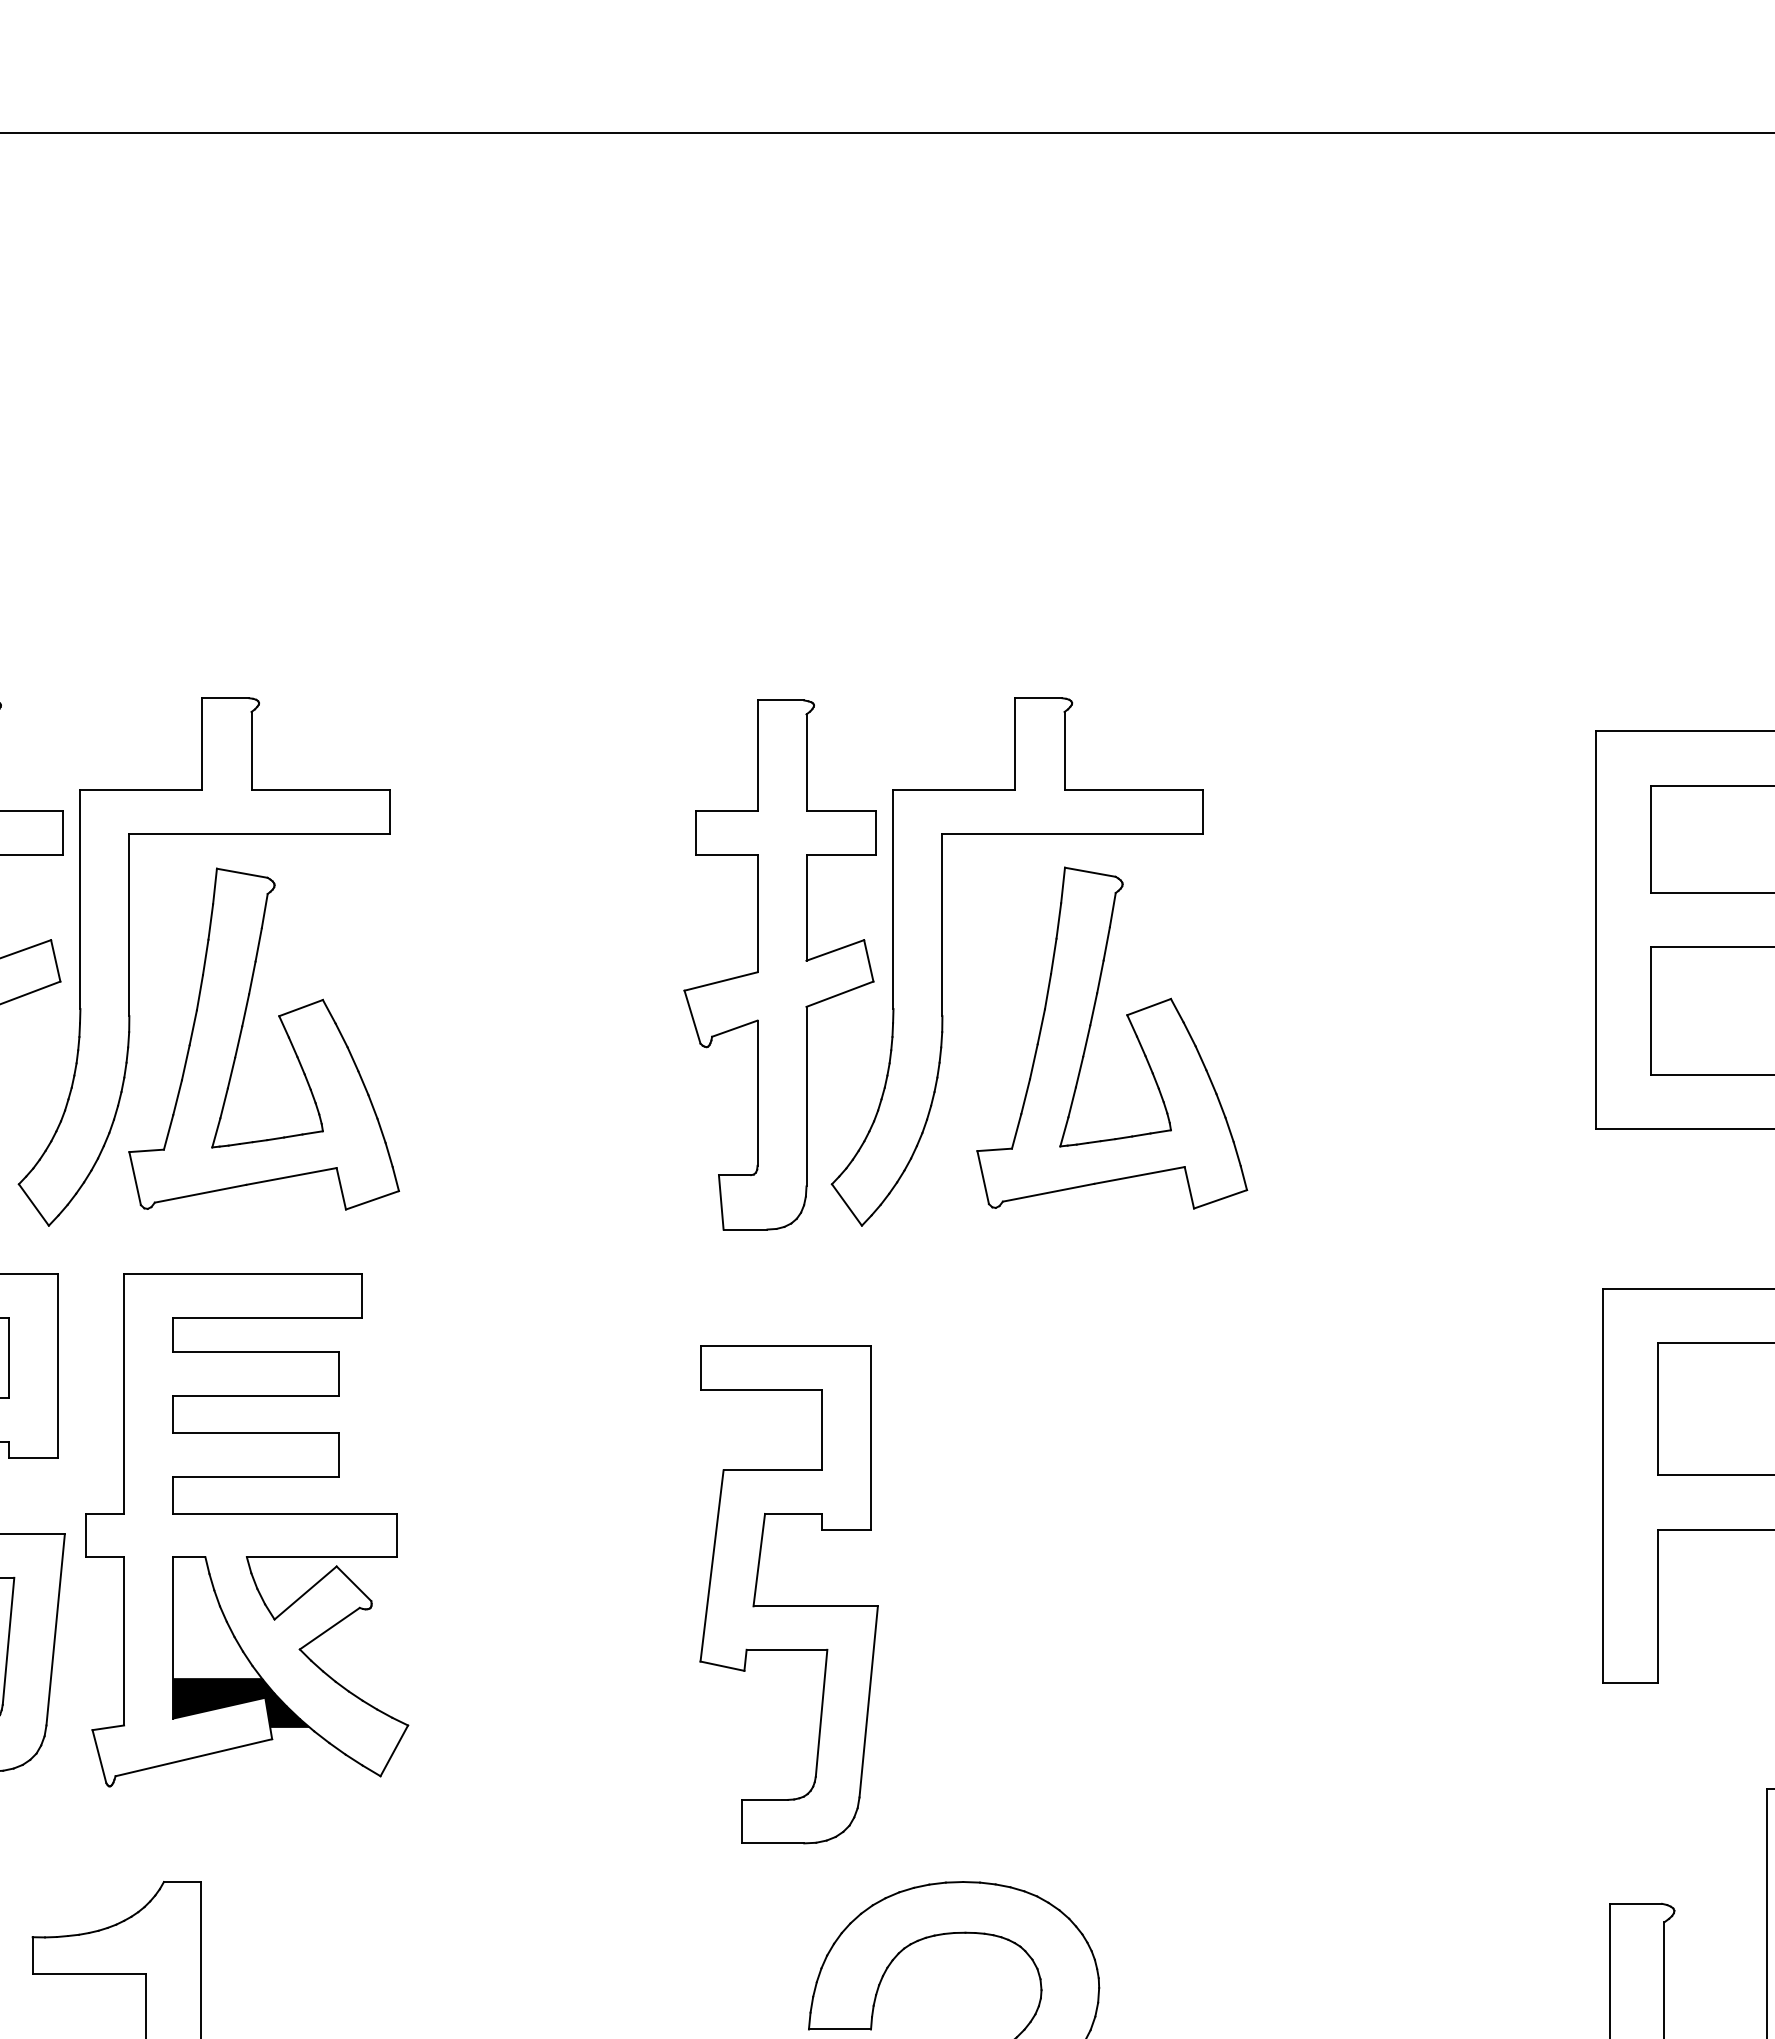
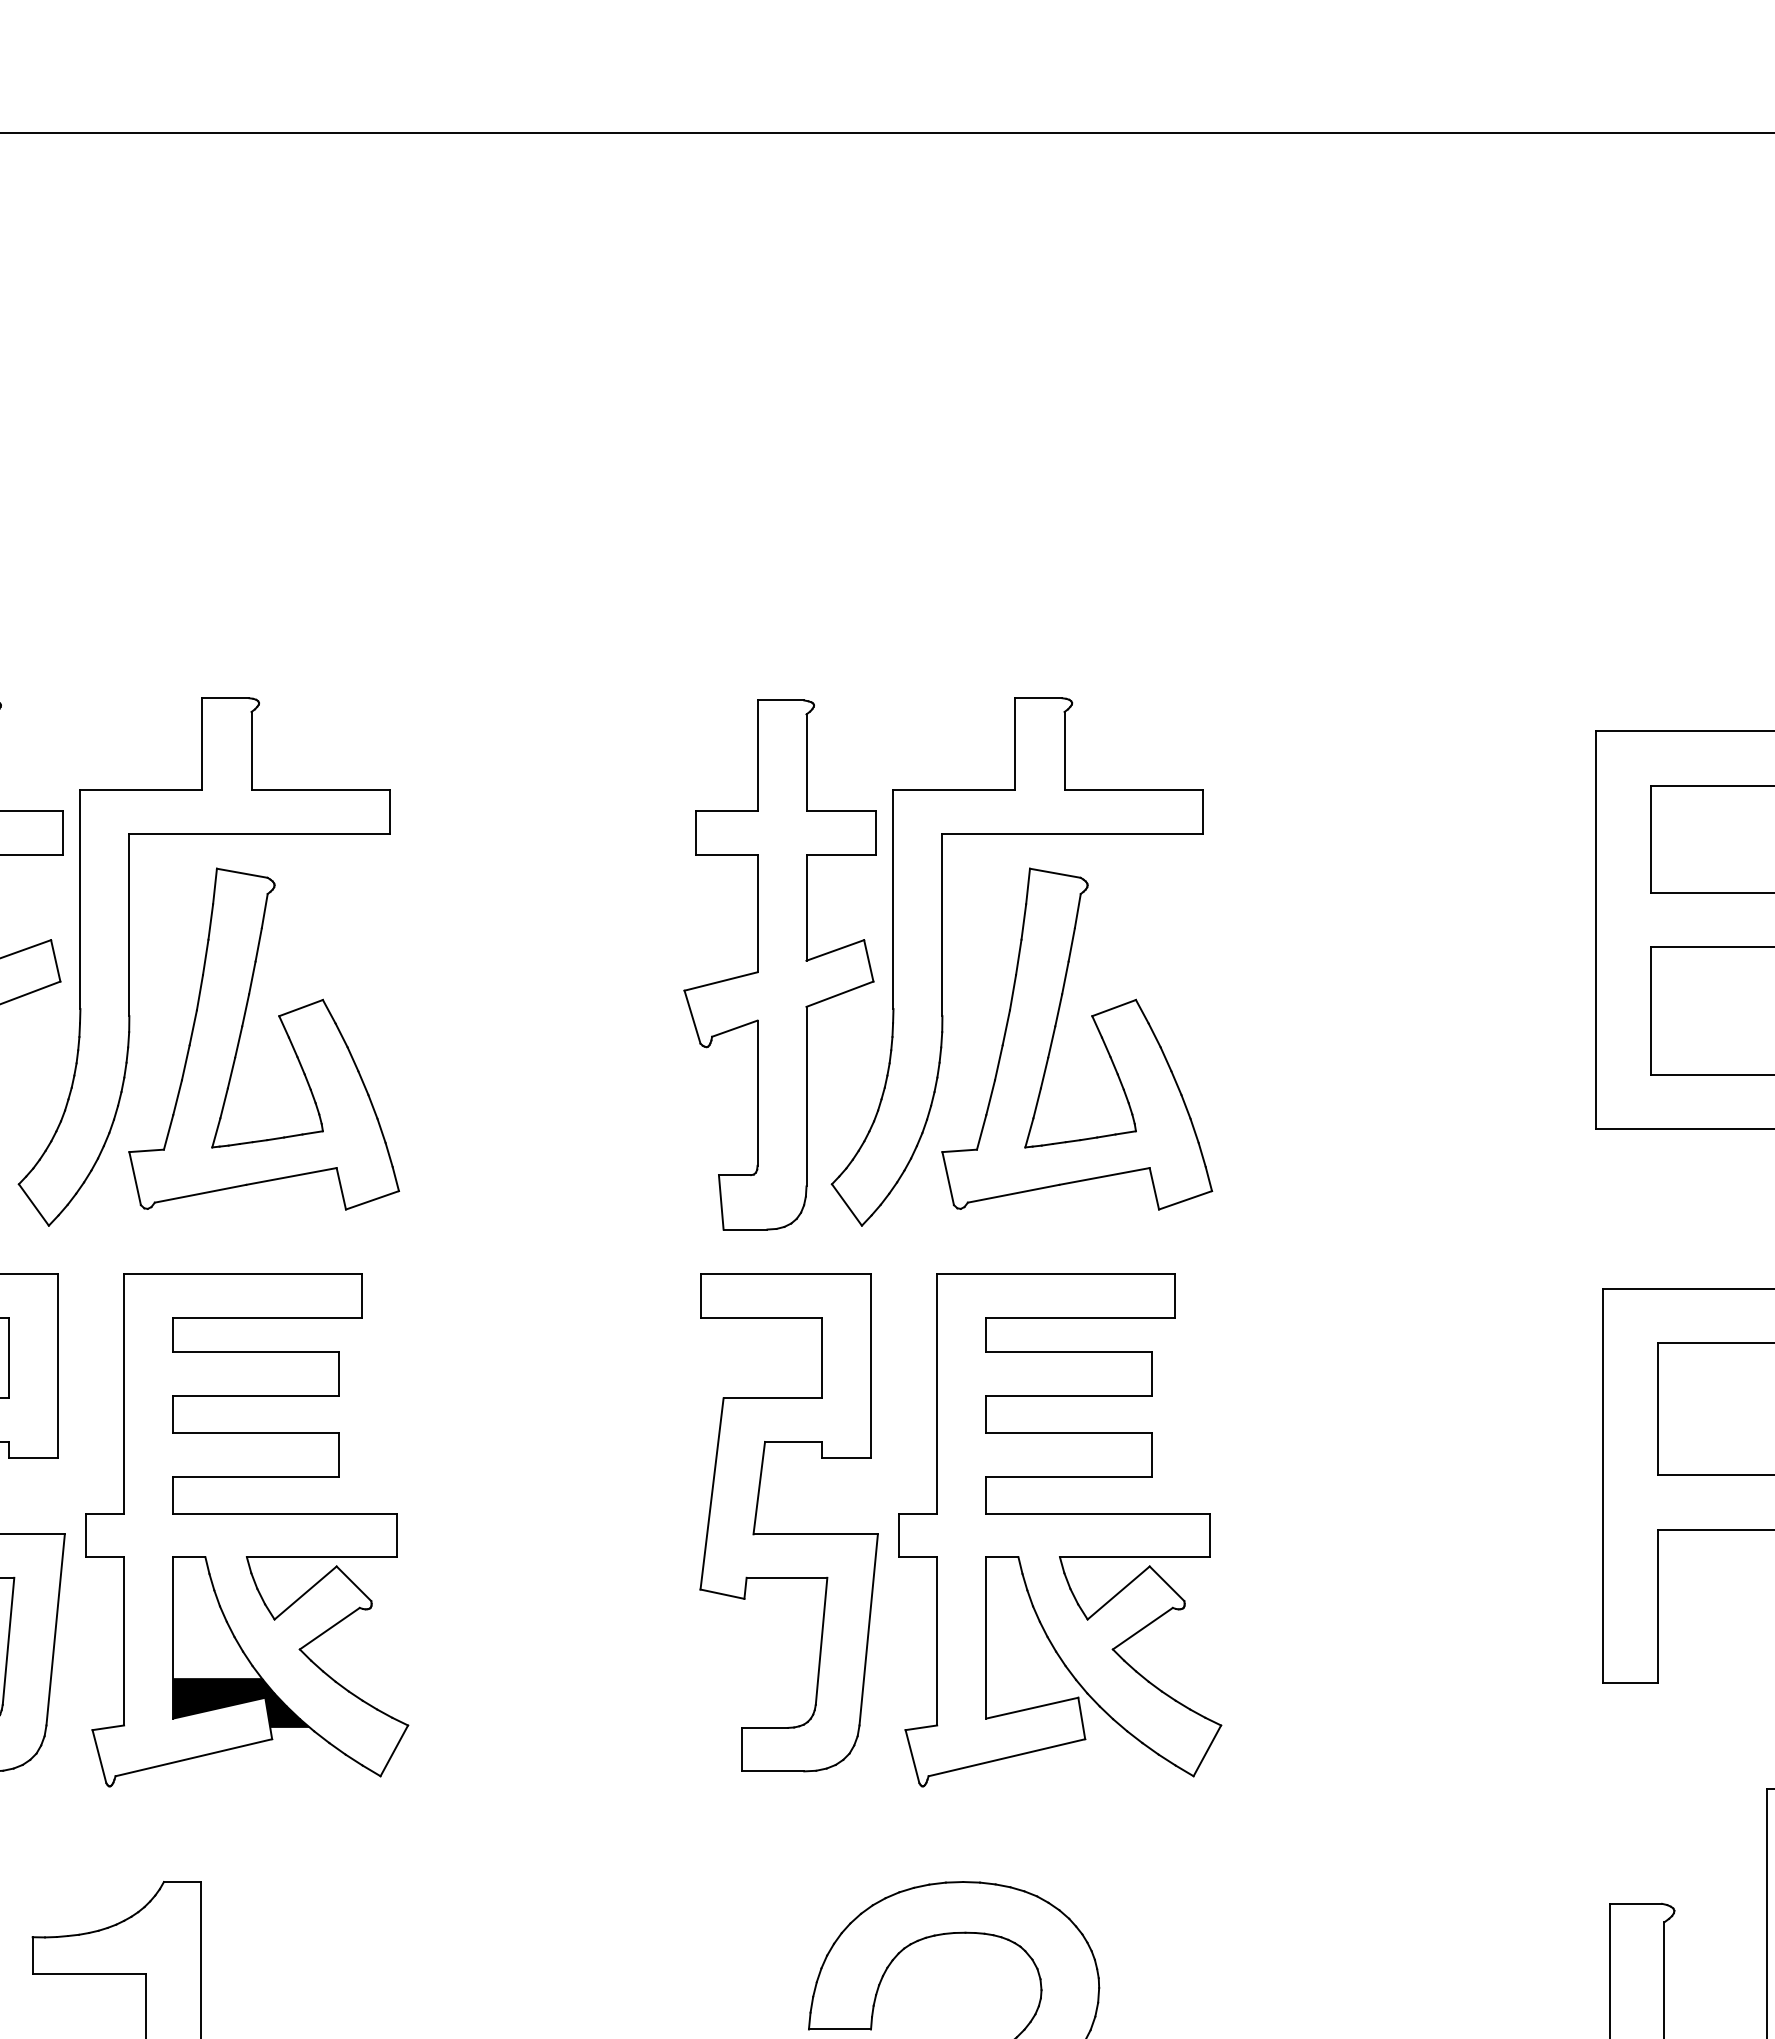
part at (1131, 1027) position: (1131, 1027) -> (1096, 1028)
part at (1060, 1530): none -> present
part at (788, 1605) position: (788, 1605) -> (788, 1533)
